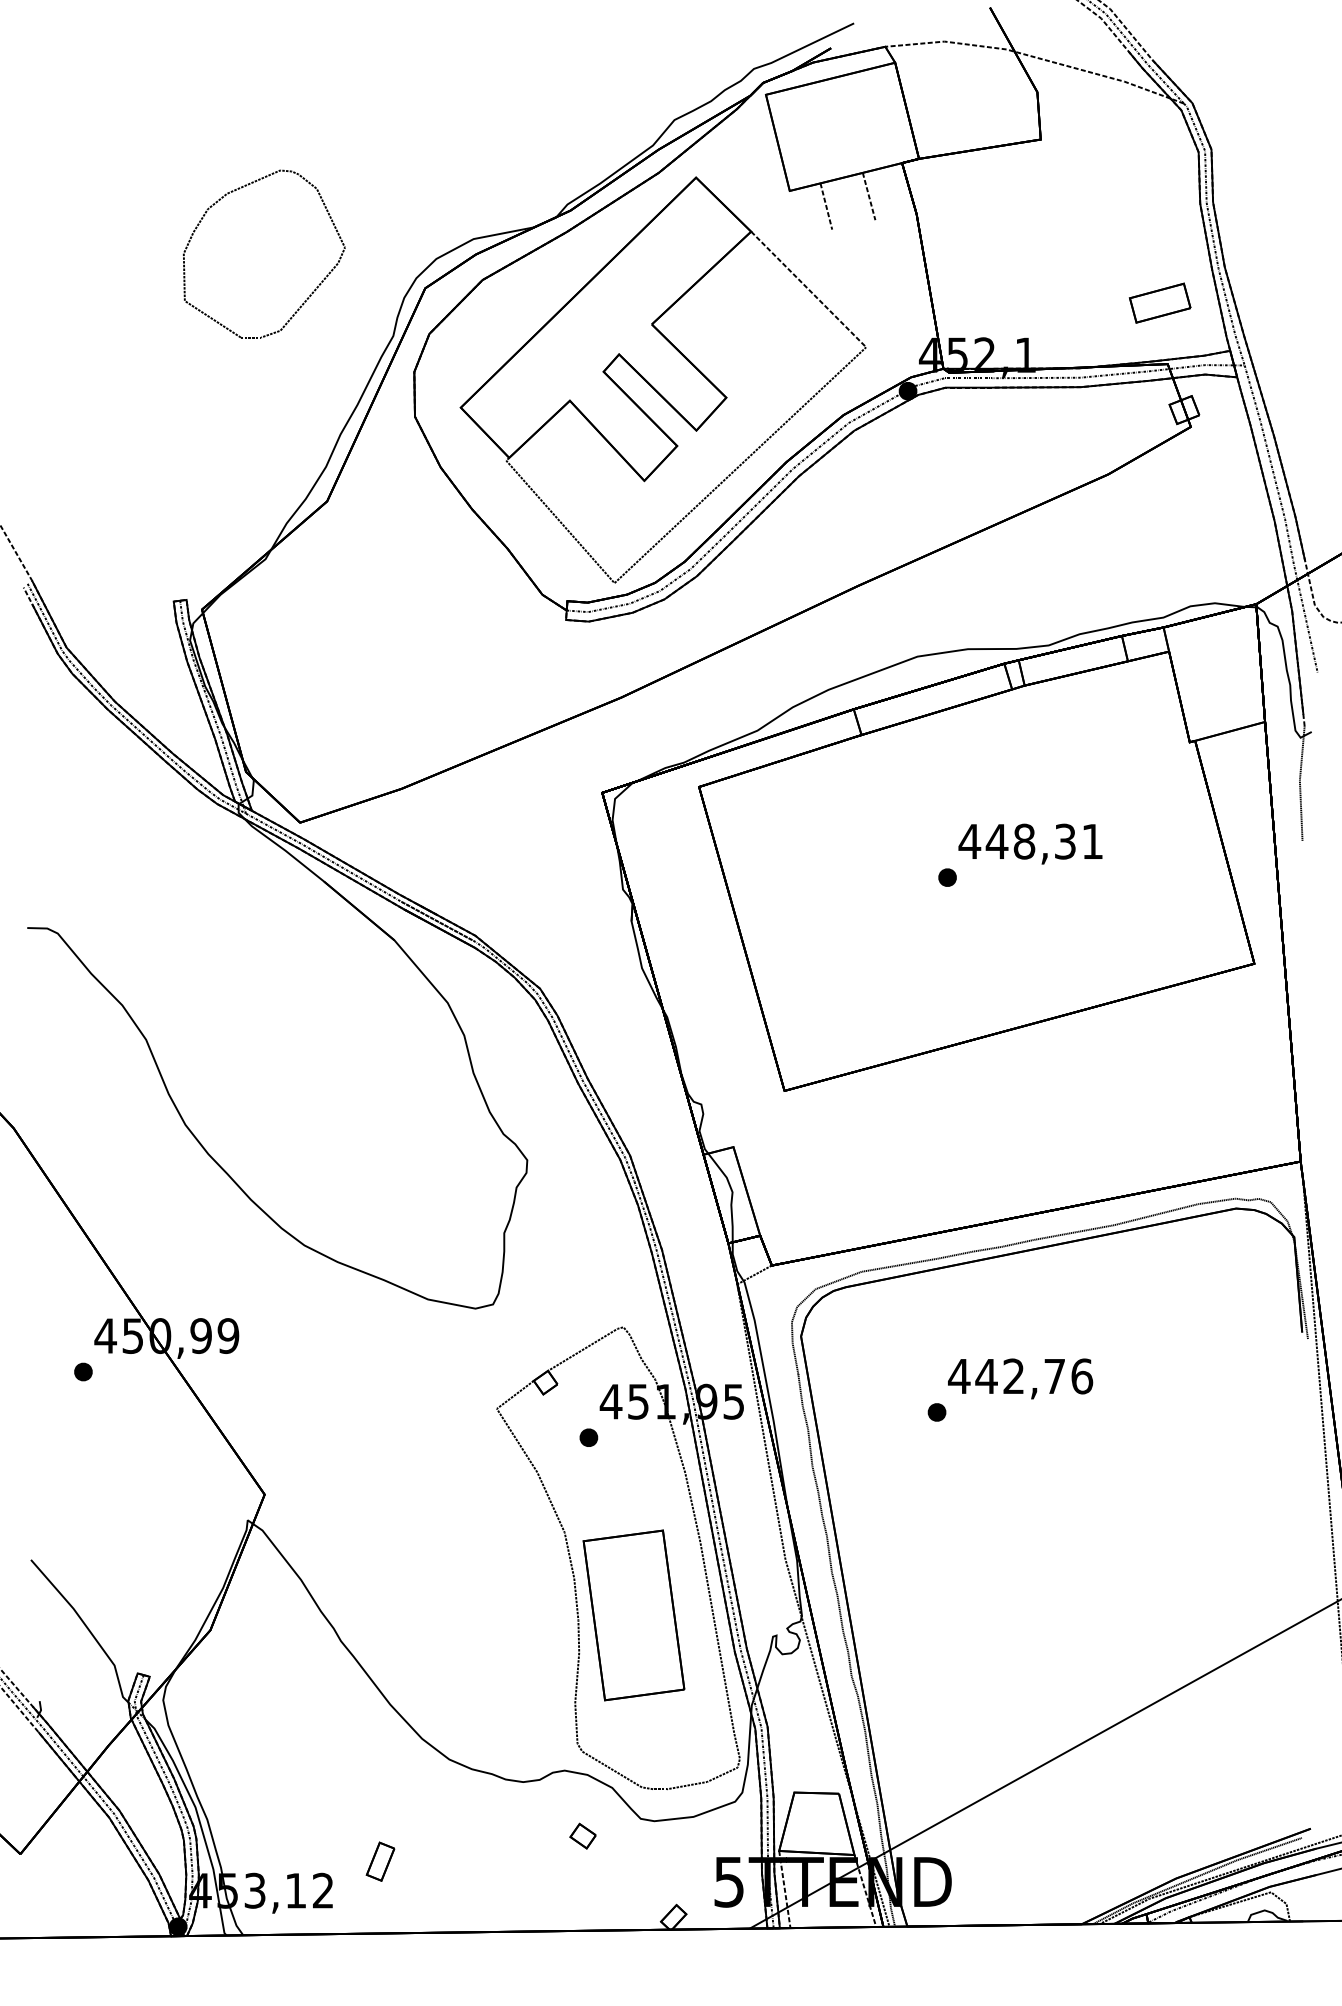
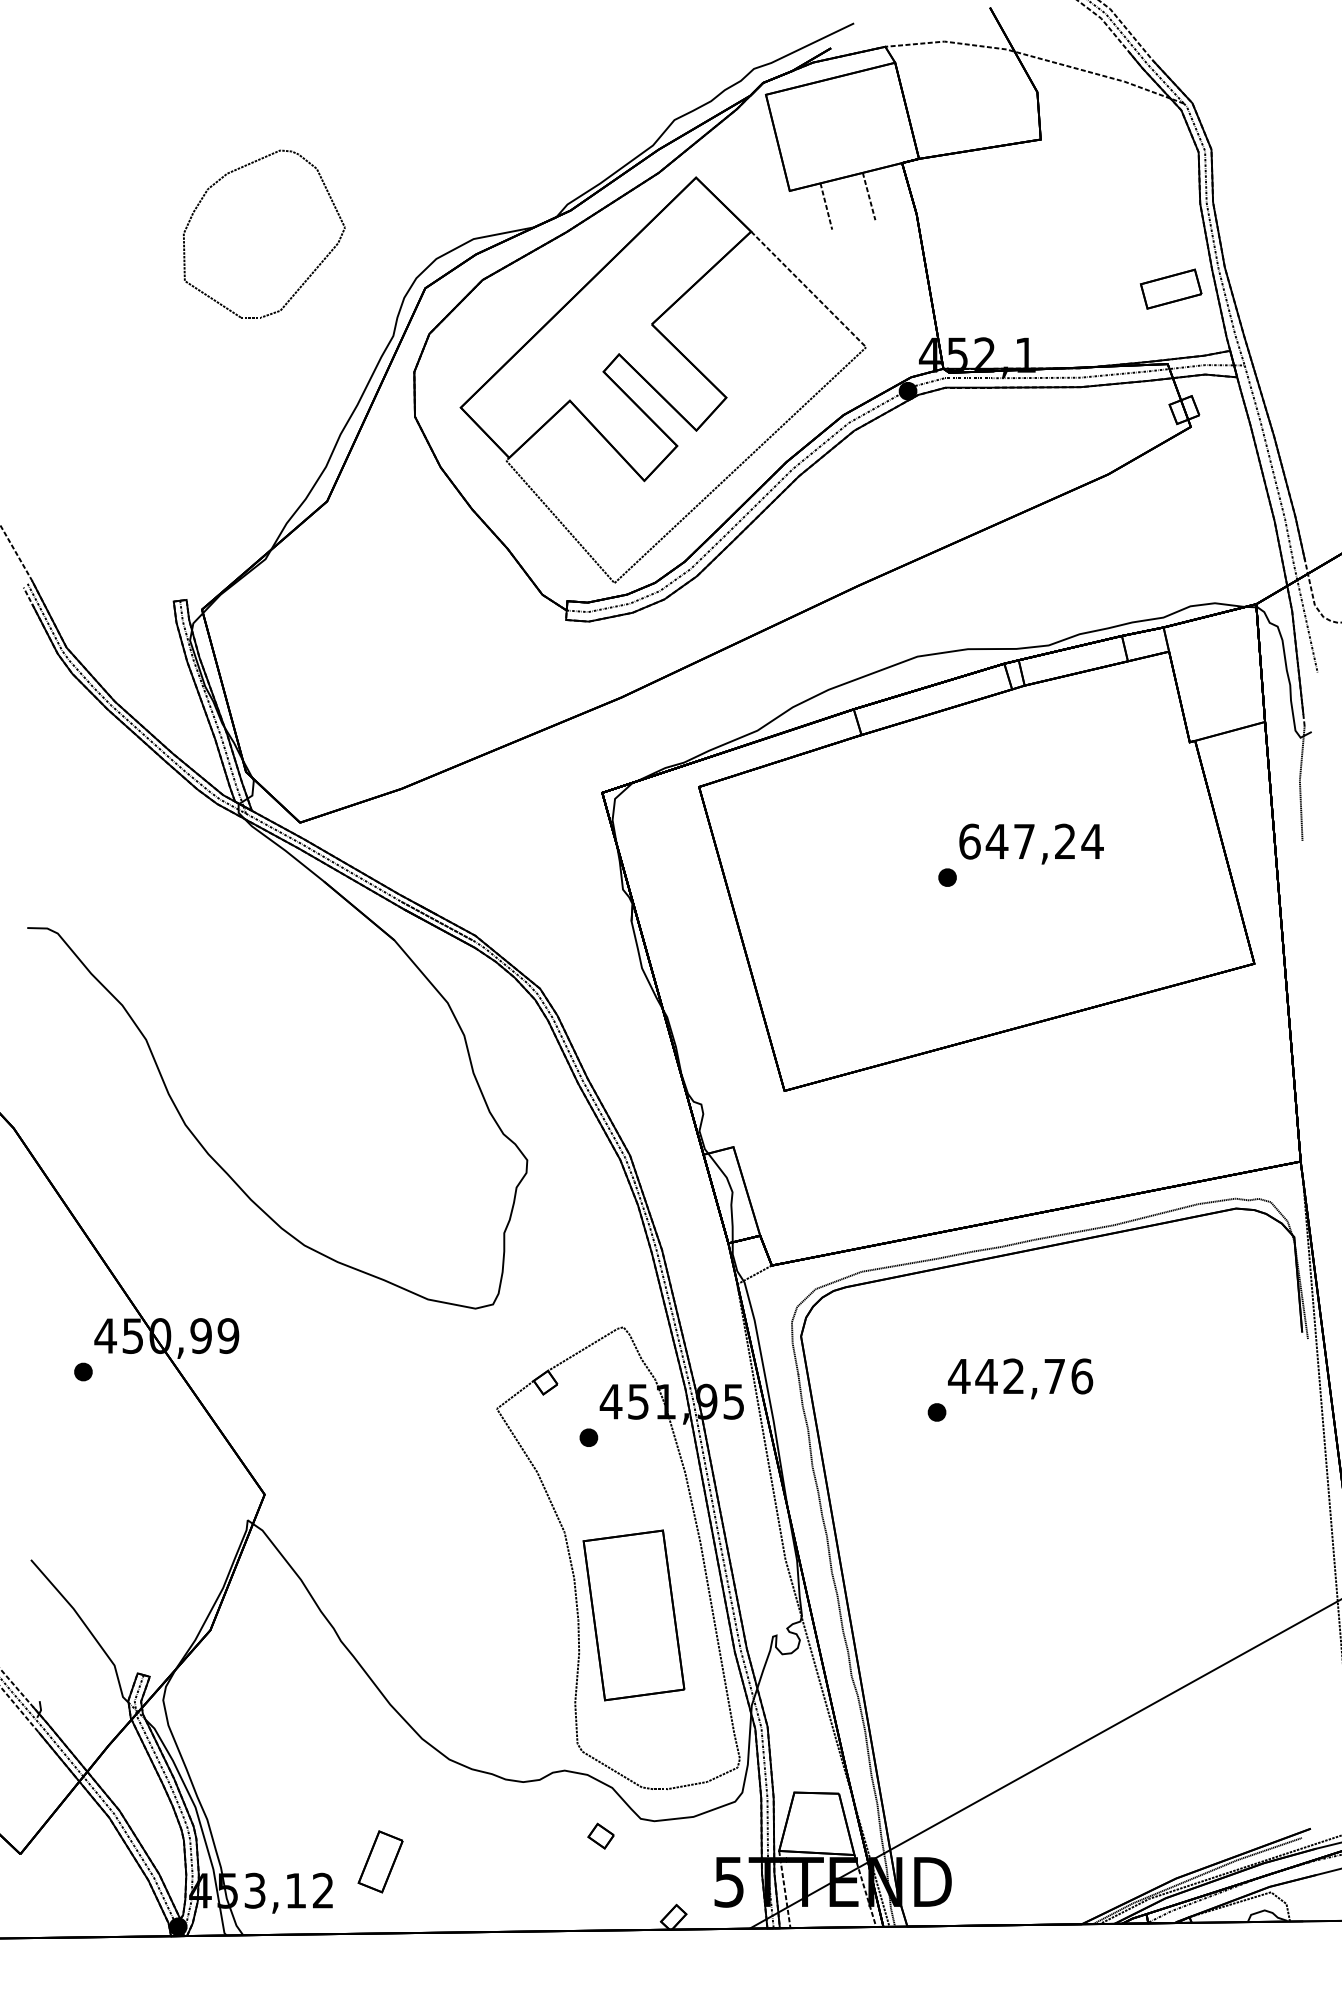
part at (311, 292) position: (311, 292) -> (311, 272)
part at (1159, 302) position: (1159, 302) -> (1170, 288)
text at (1030, 841): 448,31 -> 647,24
part at (582, 1835) position: (582, 1835) -> (600, 1835)
part at (380, 1861) size: 31x41 px -> 47x64 px
